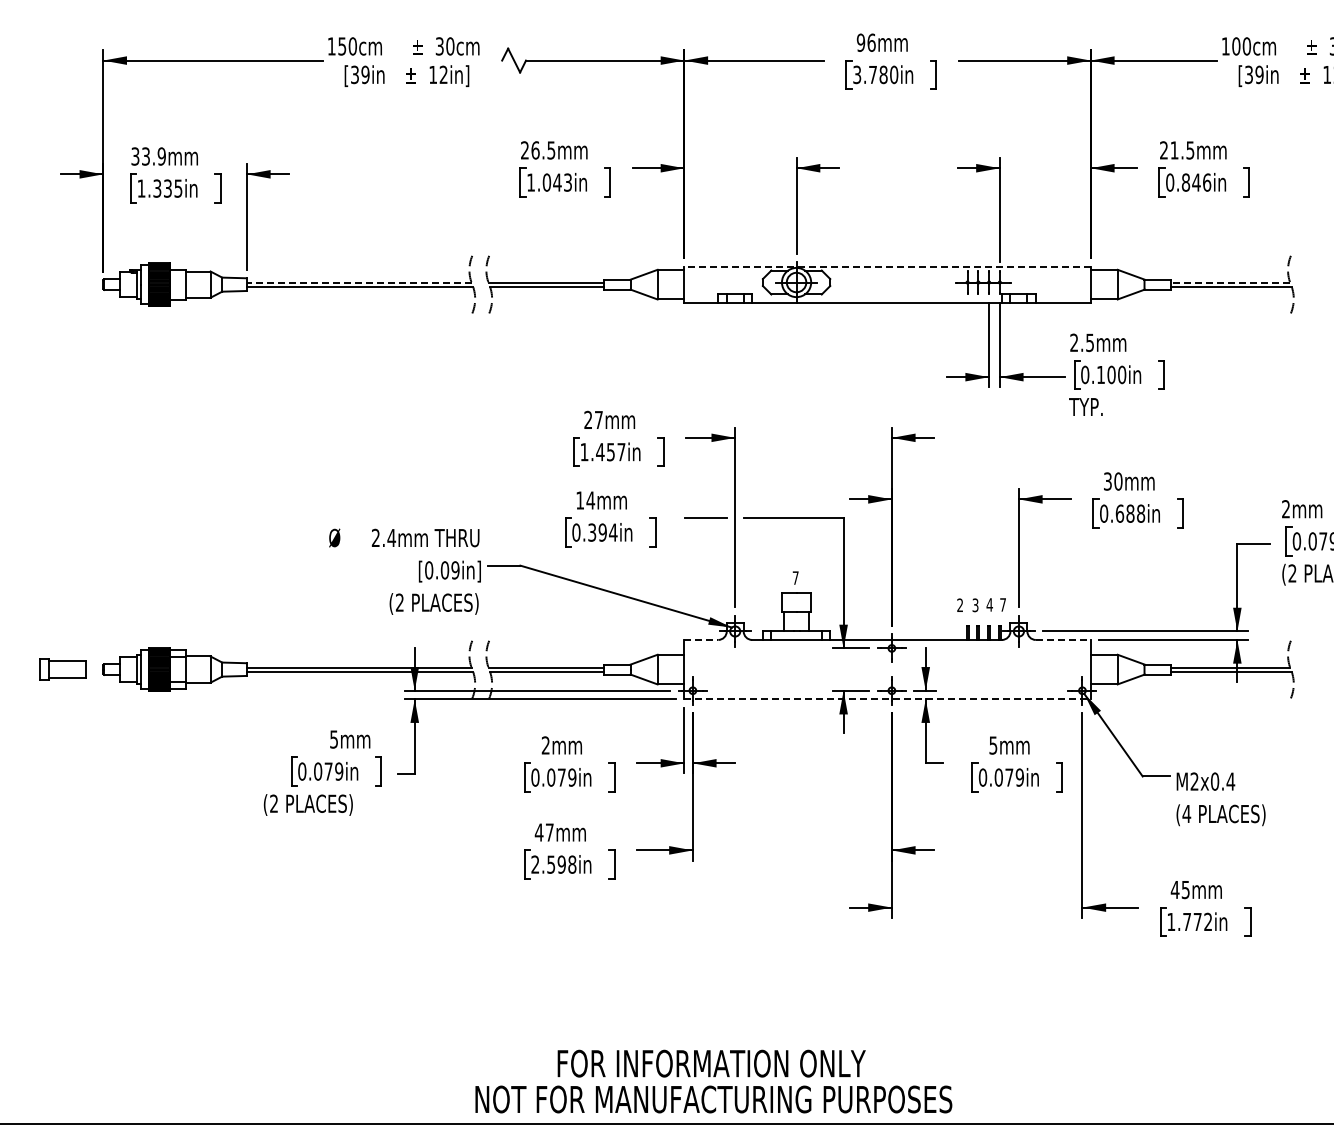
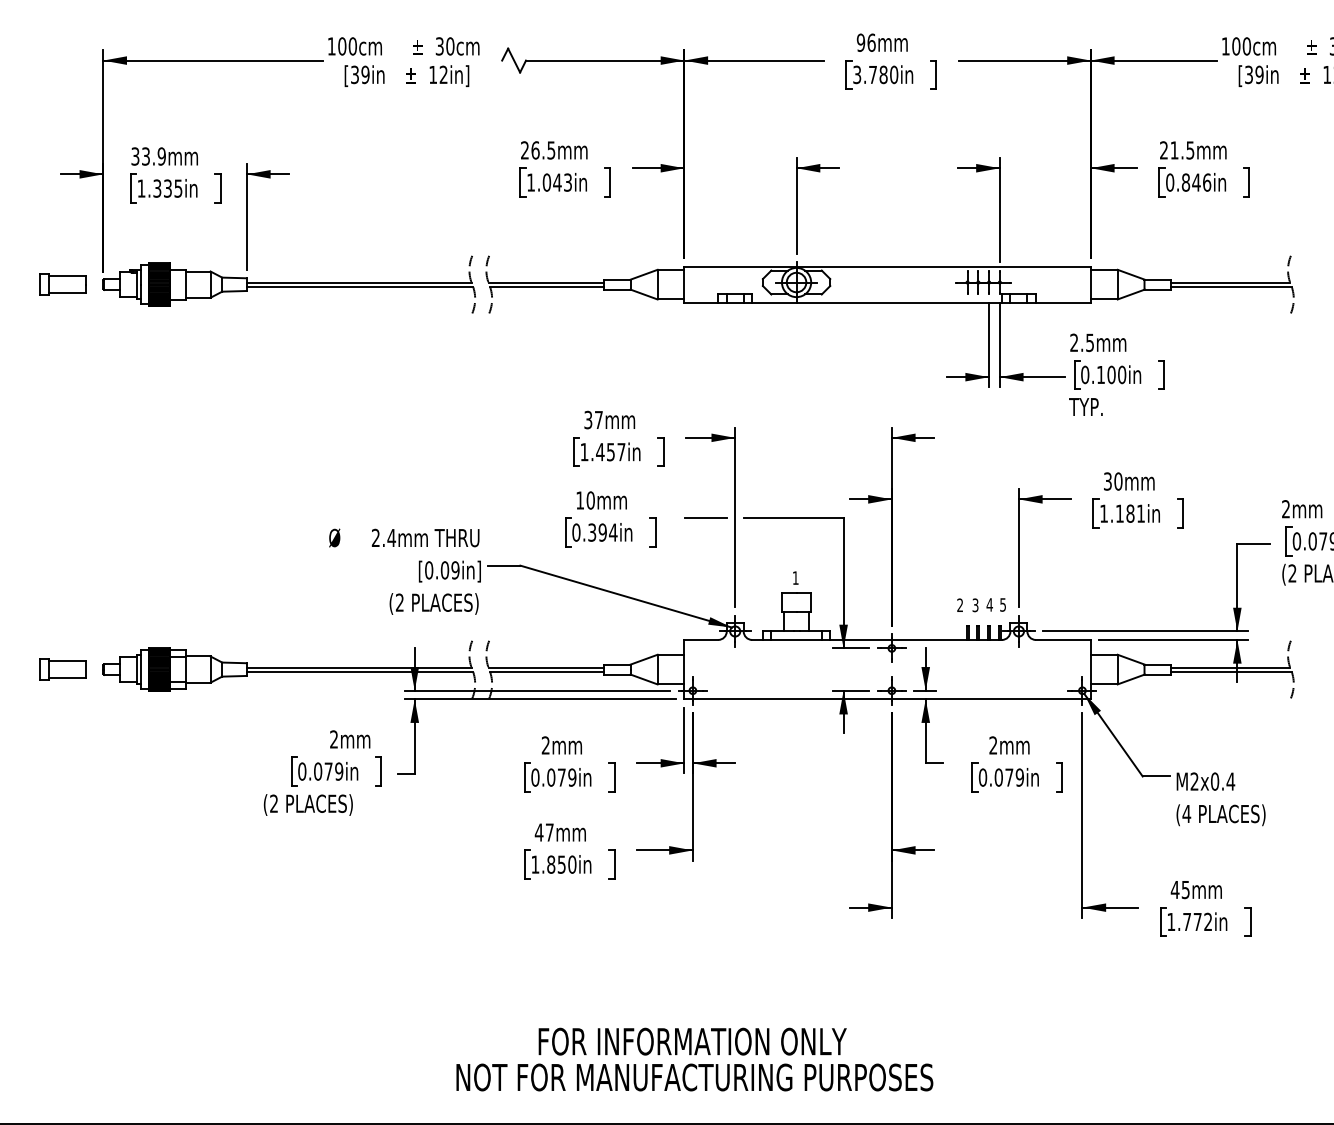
text at (342, 46): 150cm -> 100cm
line at (887, 266): dashed -> solid
line at (358, 282): dashed -> solid
line at (1230, 282): dashed -> solid
part at (62, 284): none -> present
text at (588, 420): 27mm -> 37mm
text at (590, 500): 14mm -> 10mm
text at (1122, 513): 0.688in -> 1.181in
text at (795, 577): 7 -> 1
text at (1002, 604): 7 -> 5
line at (701, 639): dashed -> solid
line at (1063, 639): dashed -> solid
line at (888, 699): dashed -> solid
text at (333, 739): 5mm -> 2mm
text at (993, 745): 5mm -> 2mm
text at (553, 864): 2.598in -> 1.850in
text at (713, 1081) position: (713, 1081) -> (694, 1059)
